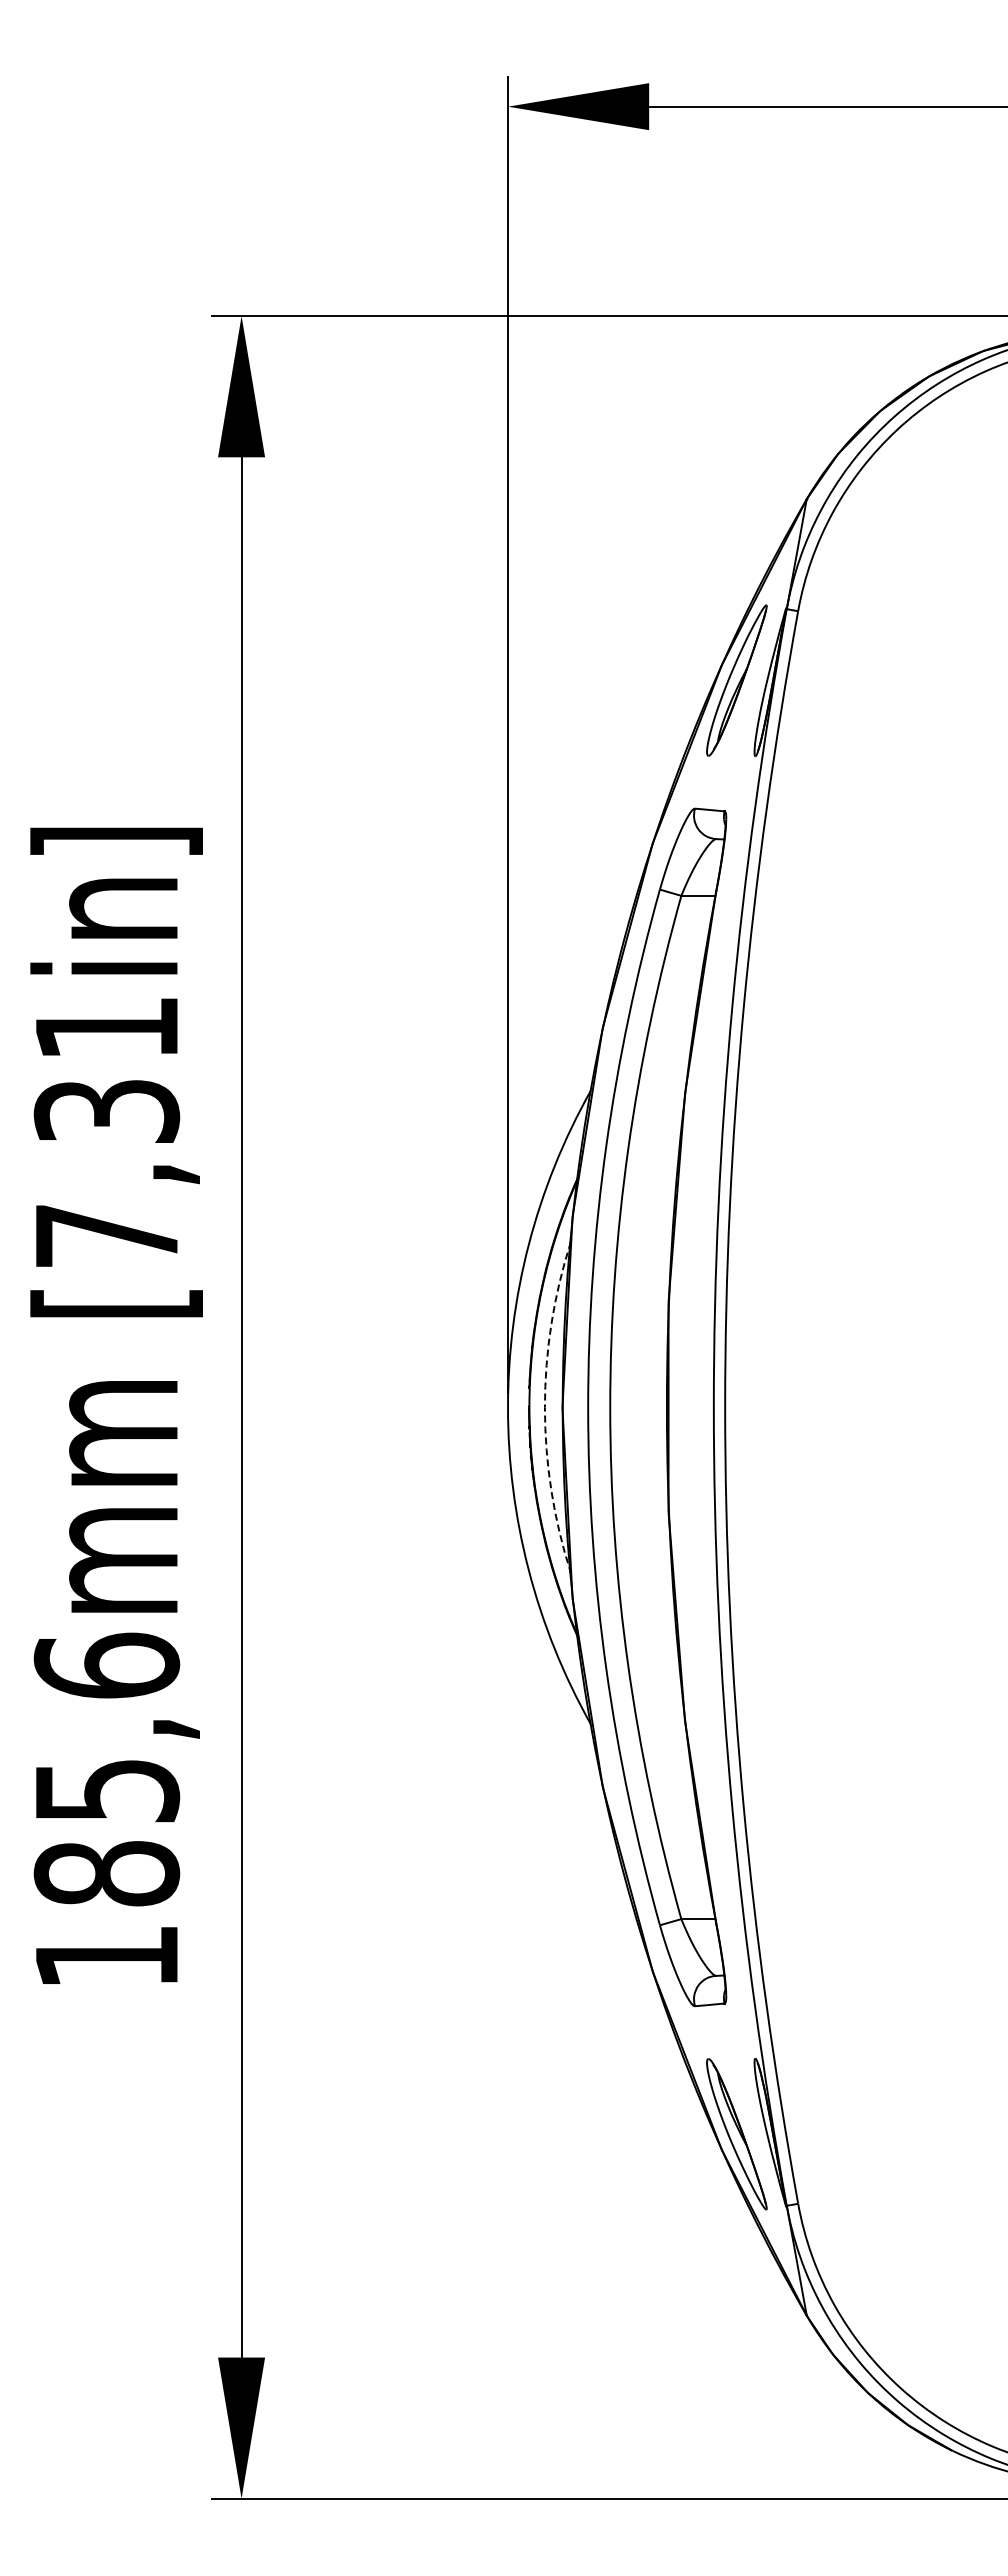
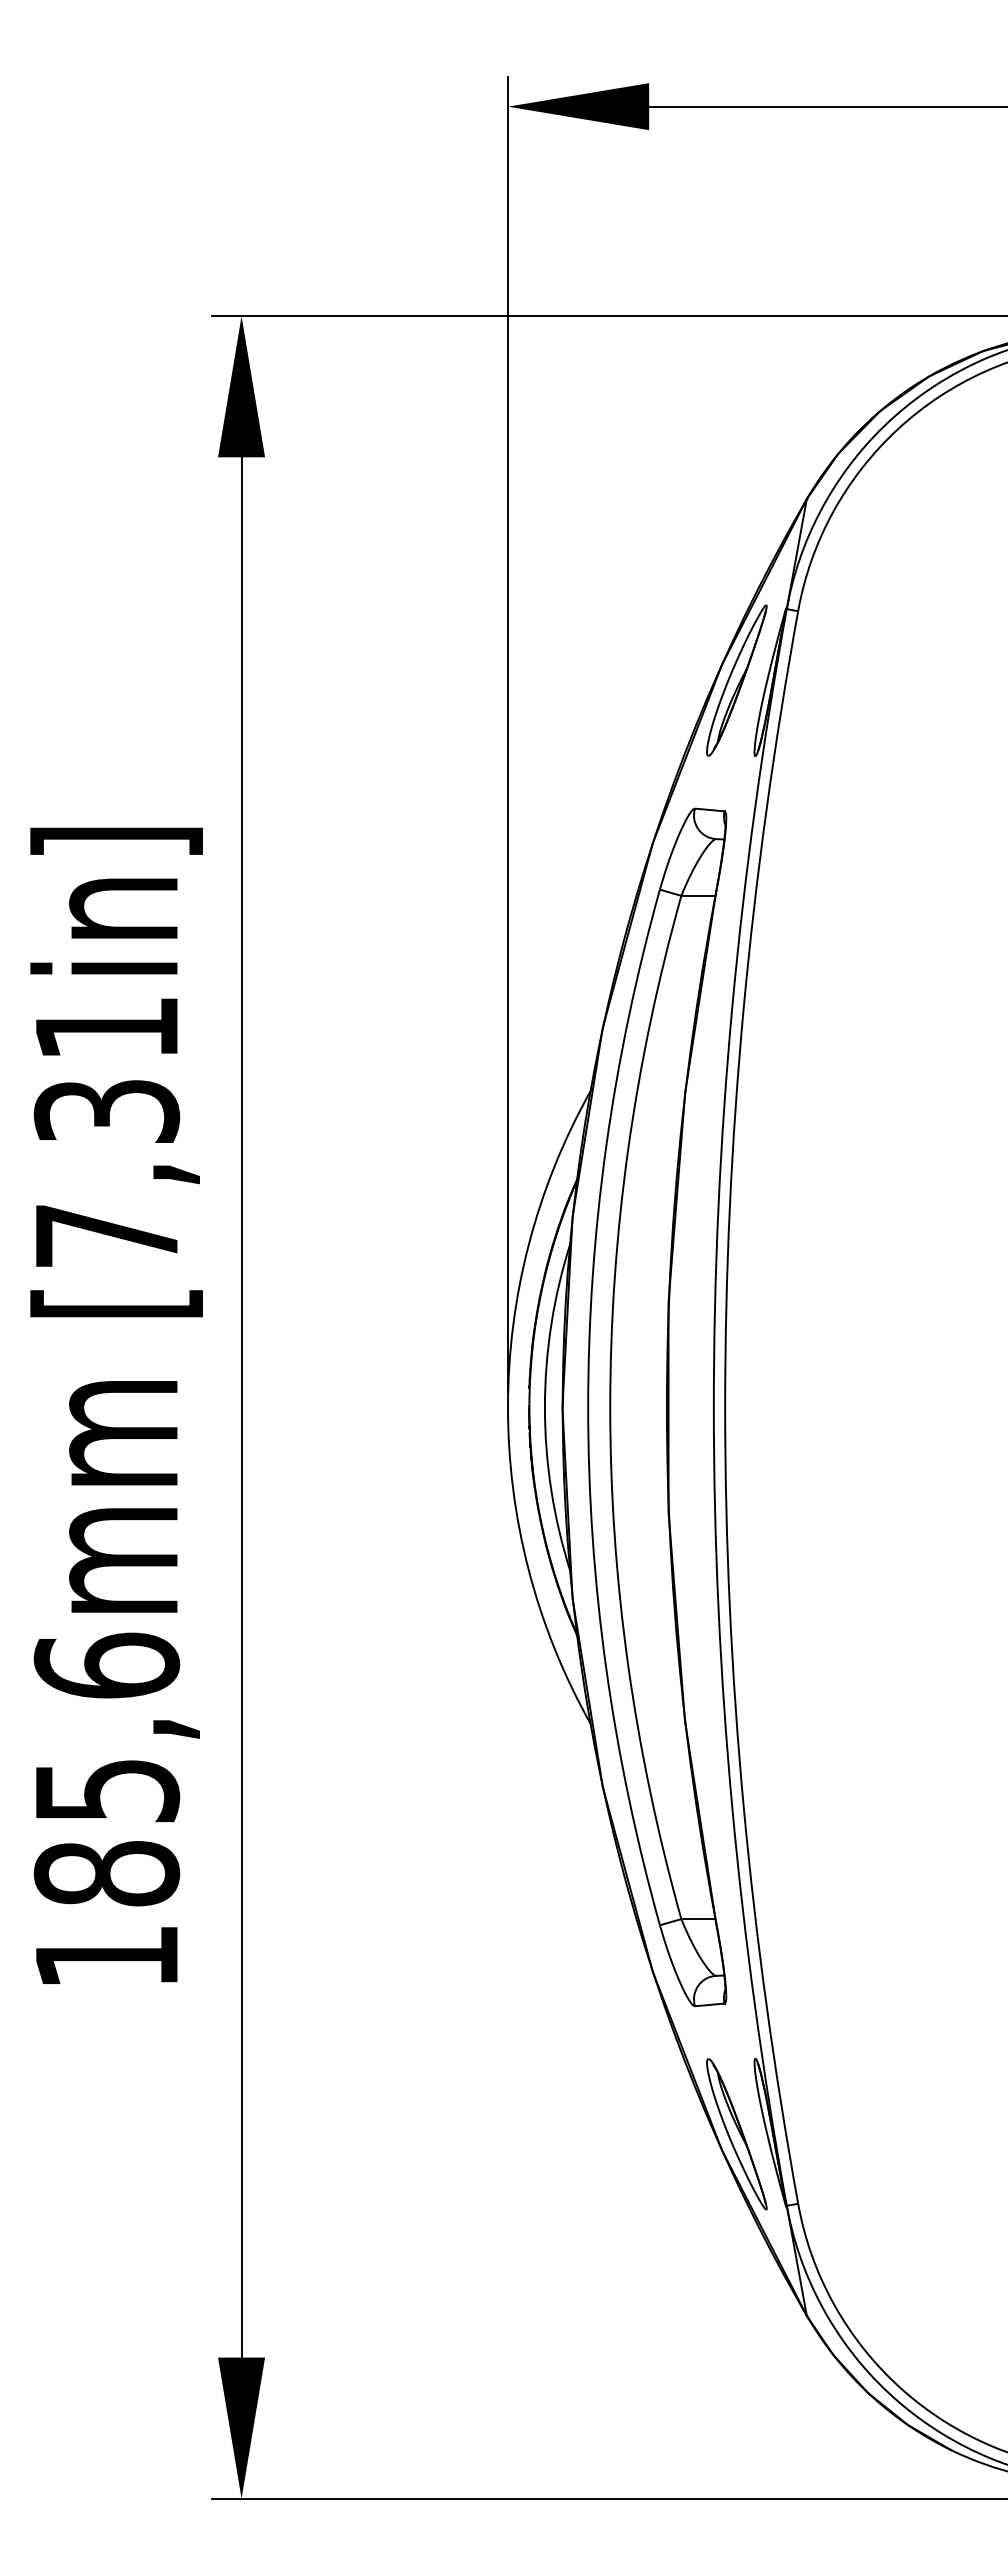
arc at (544, 1407): dashed -> solid
